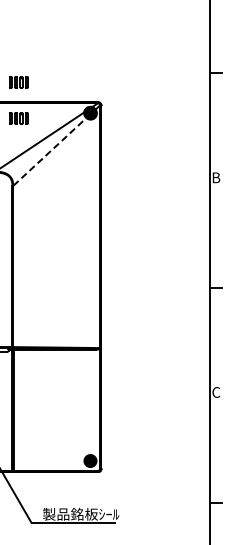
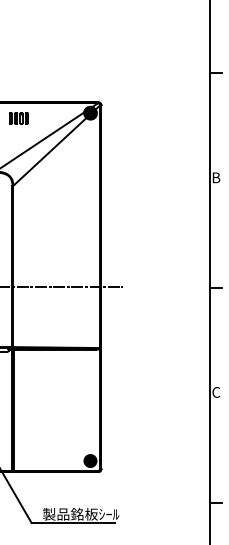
part at (18, 82): present -> none
line at (49, 151): dashed -> solid
line at (62, 287): none -> present
